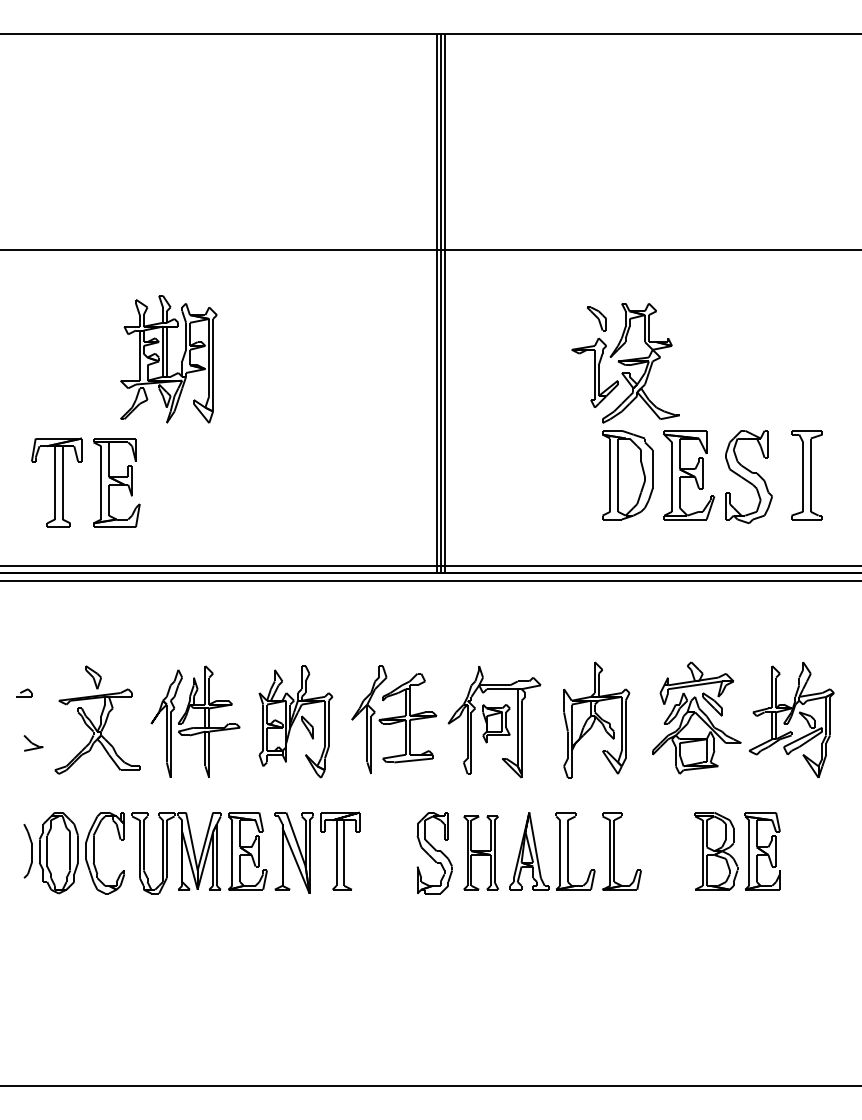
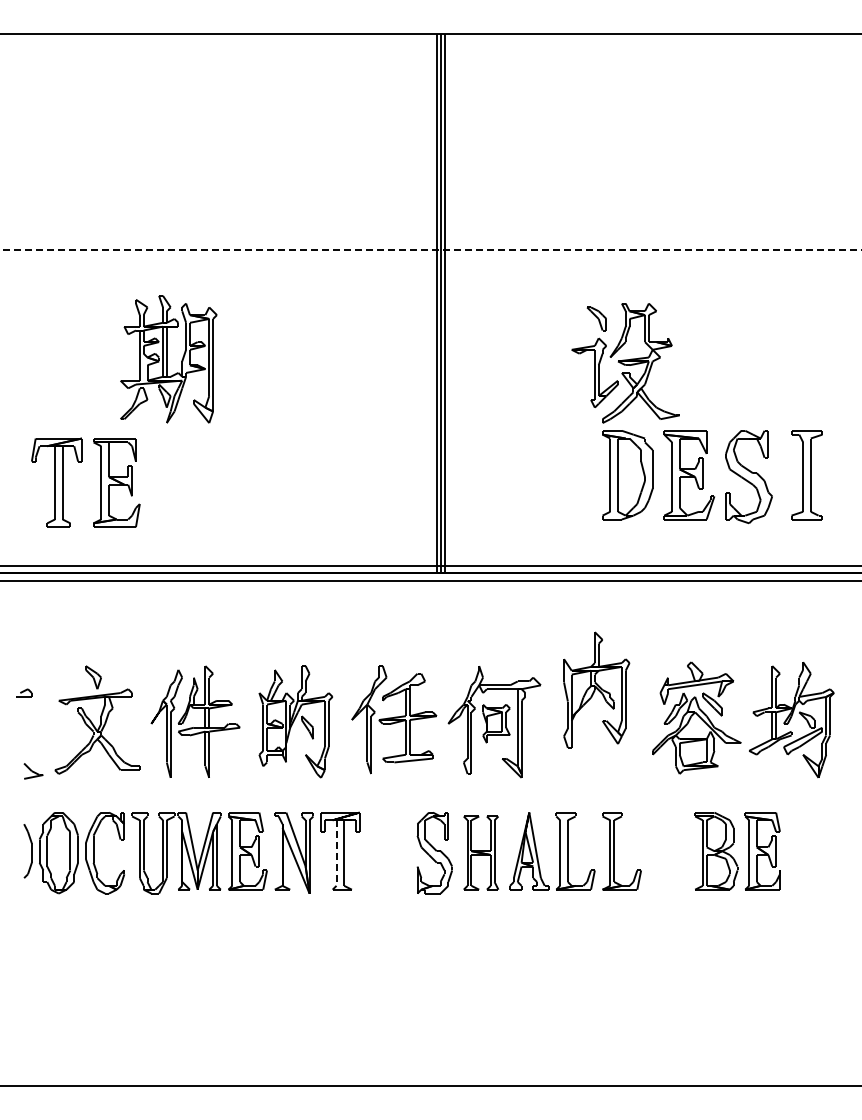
line at (430, 249): solid -> dashed
part at (596, 719) position: (596, 719) -> (596, 689)
part at (33, 743) position: (33, 743) -> (33, 771)
line at (336, 853): solid -> dashed
